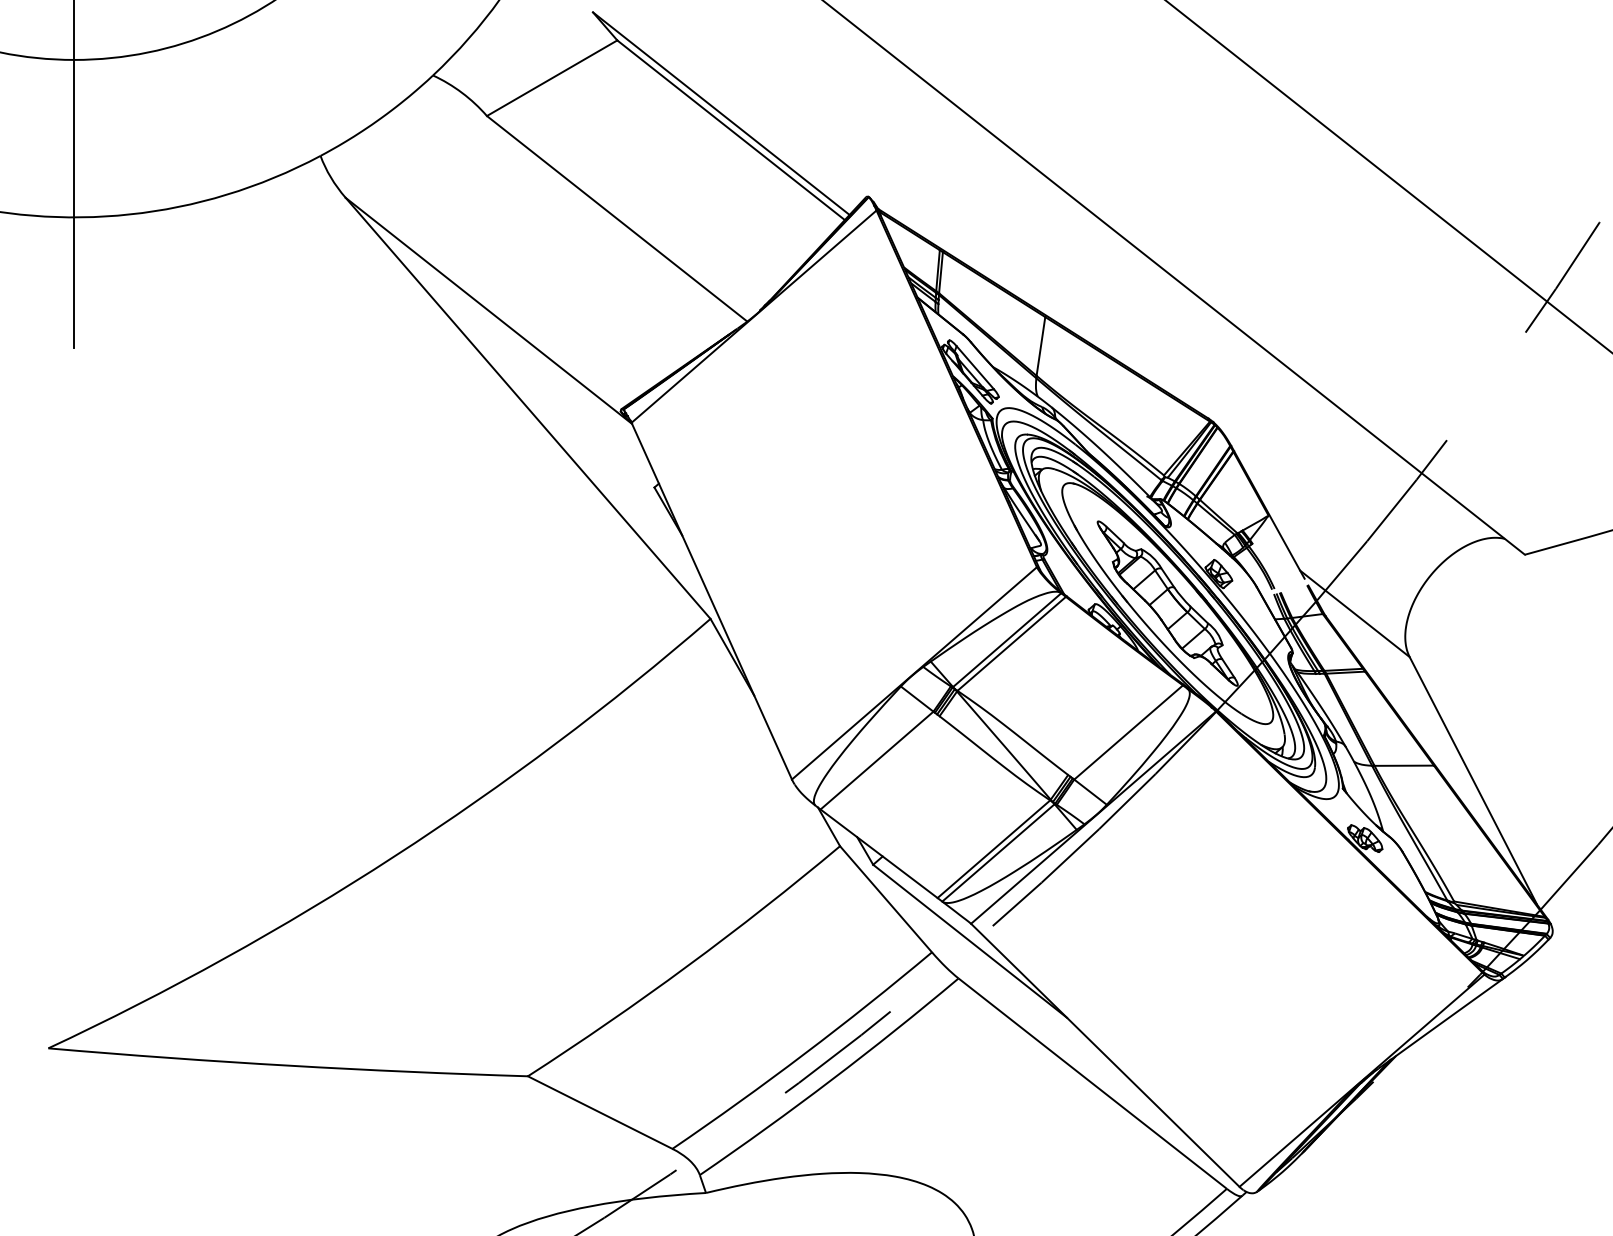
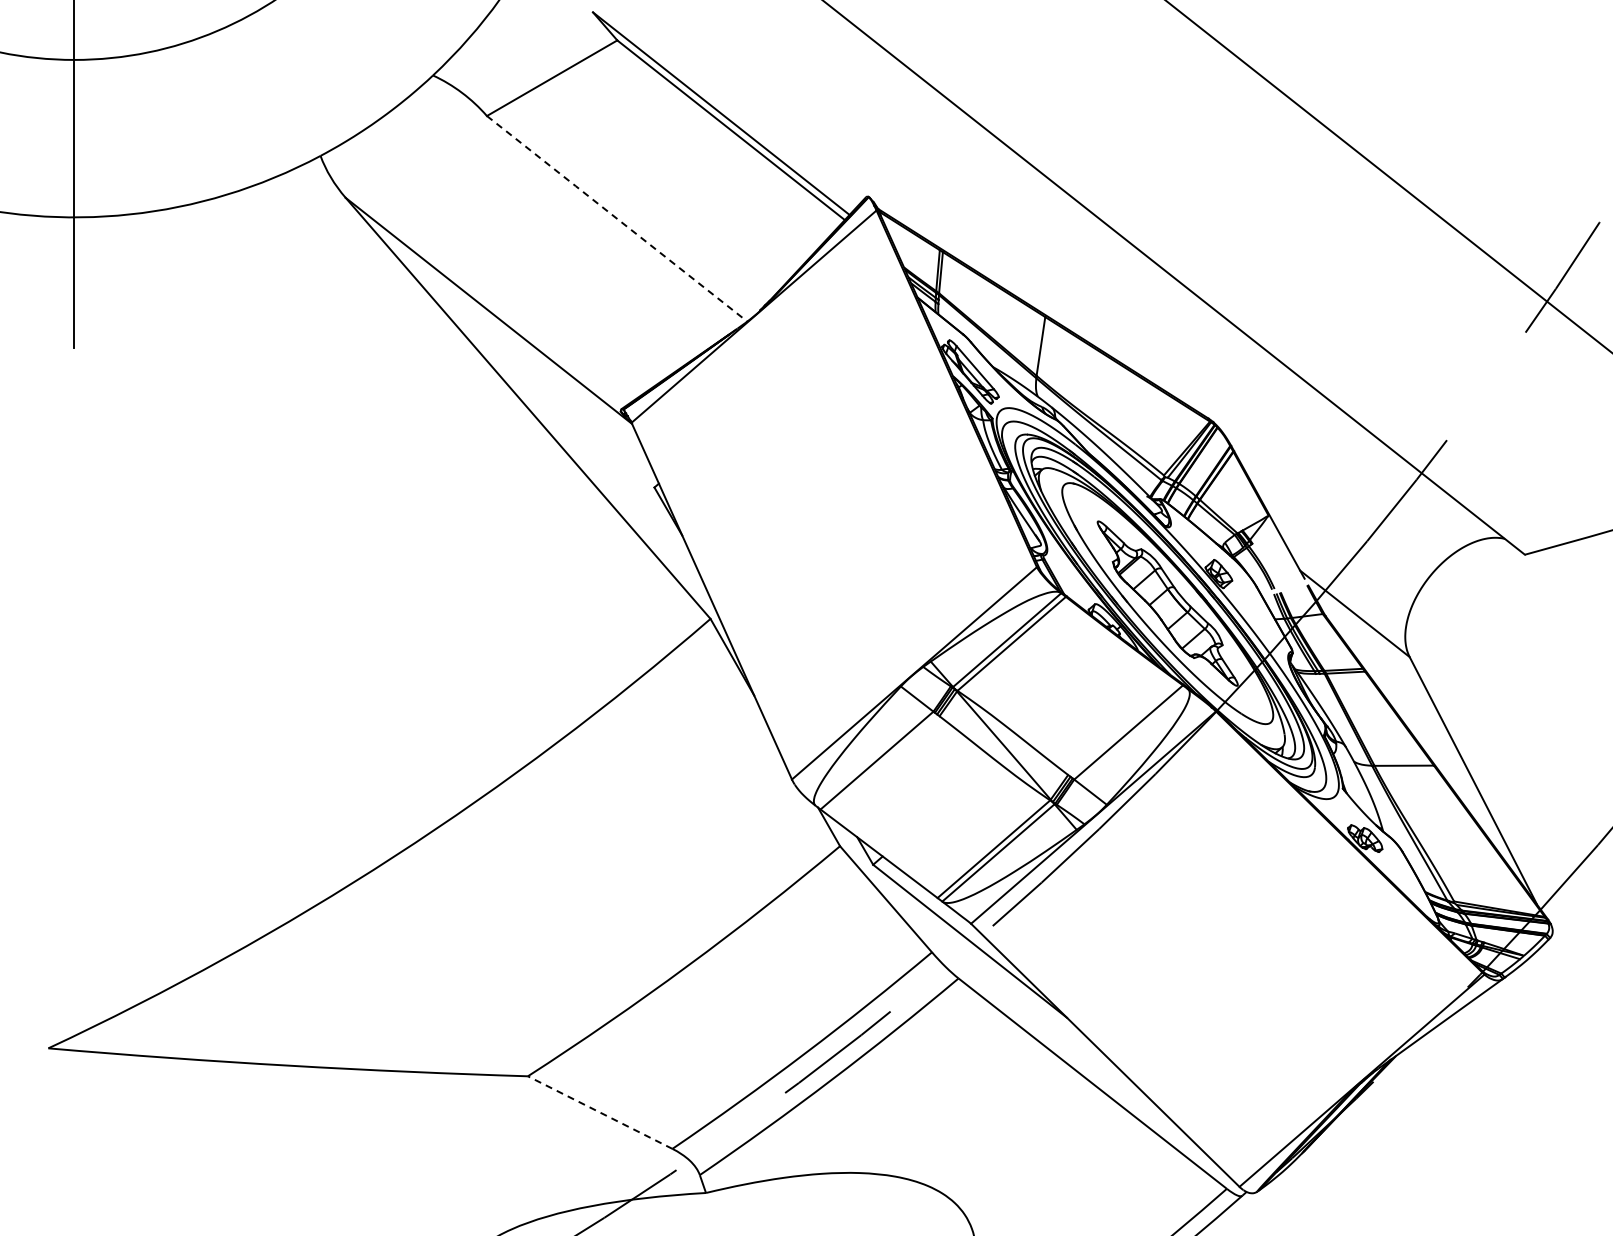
line at (616, 218): solid -> dashed
line at (600, 1112): solid -> dashed
